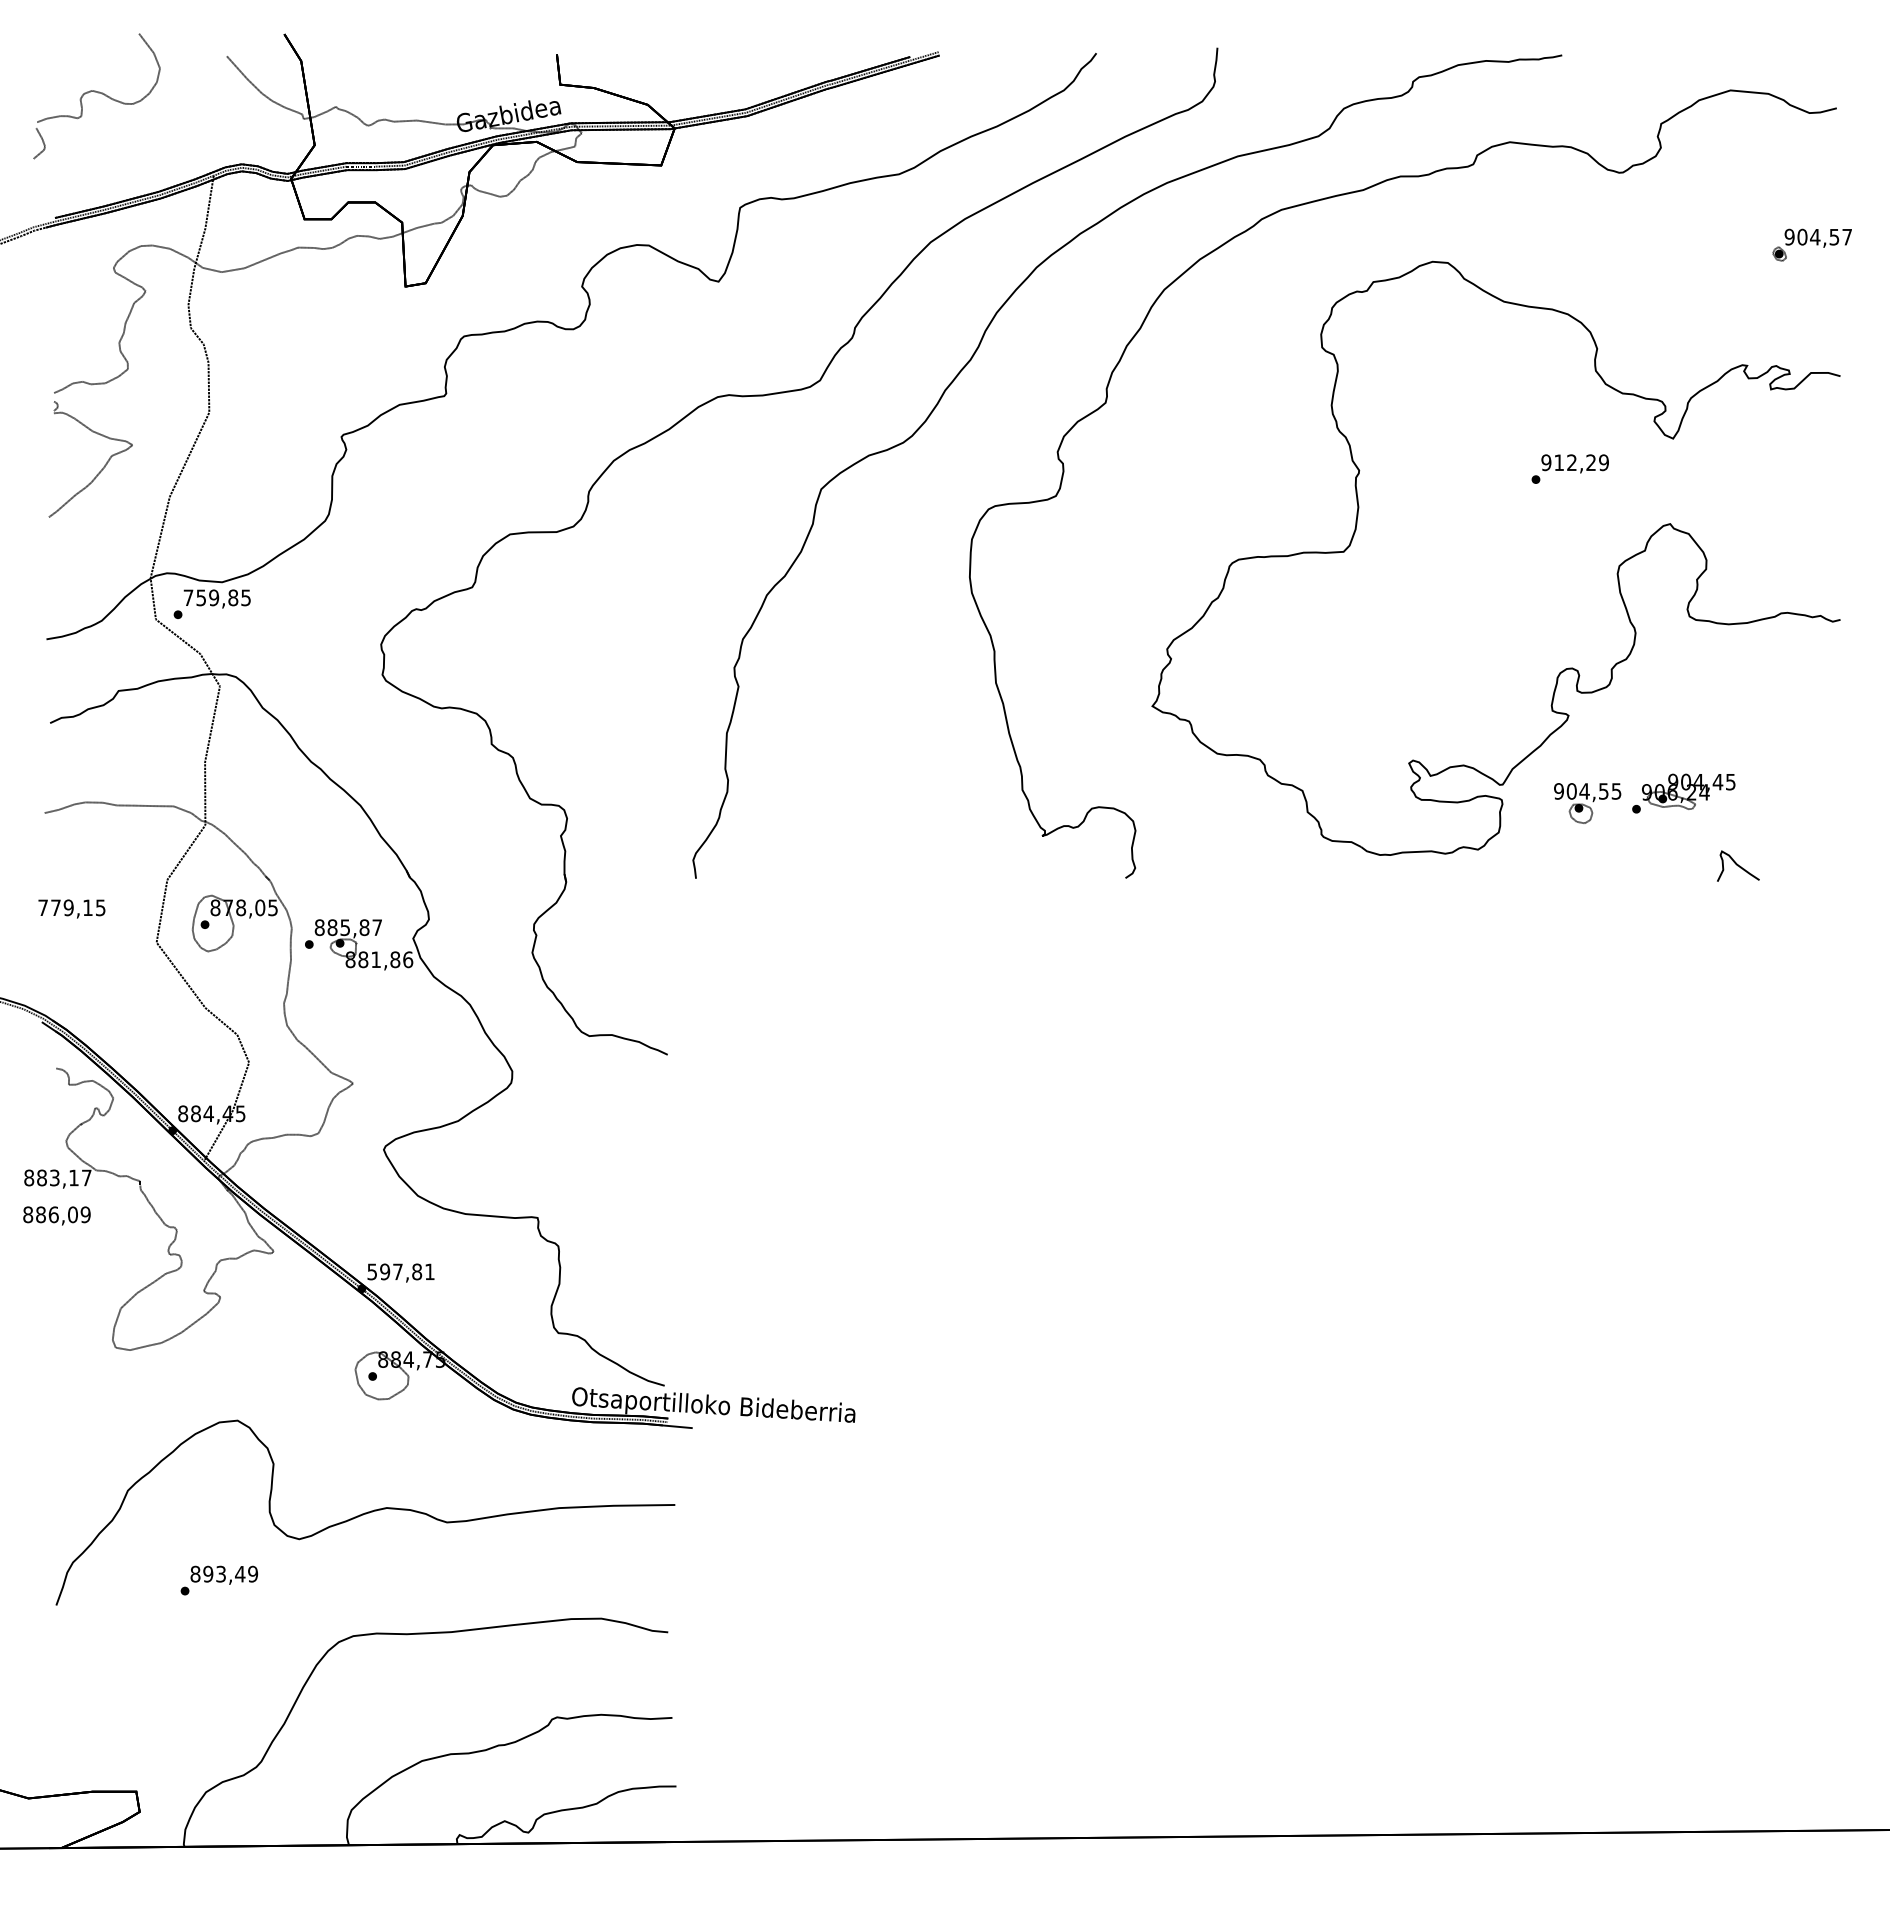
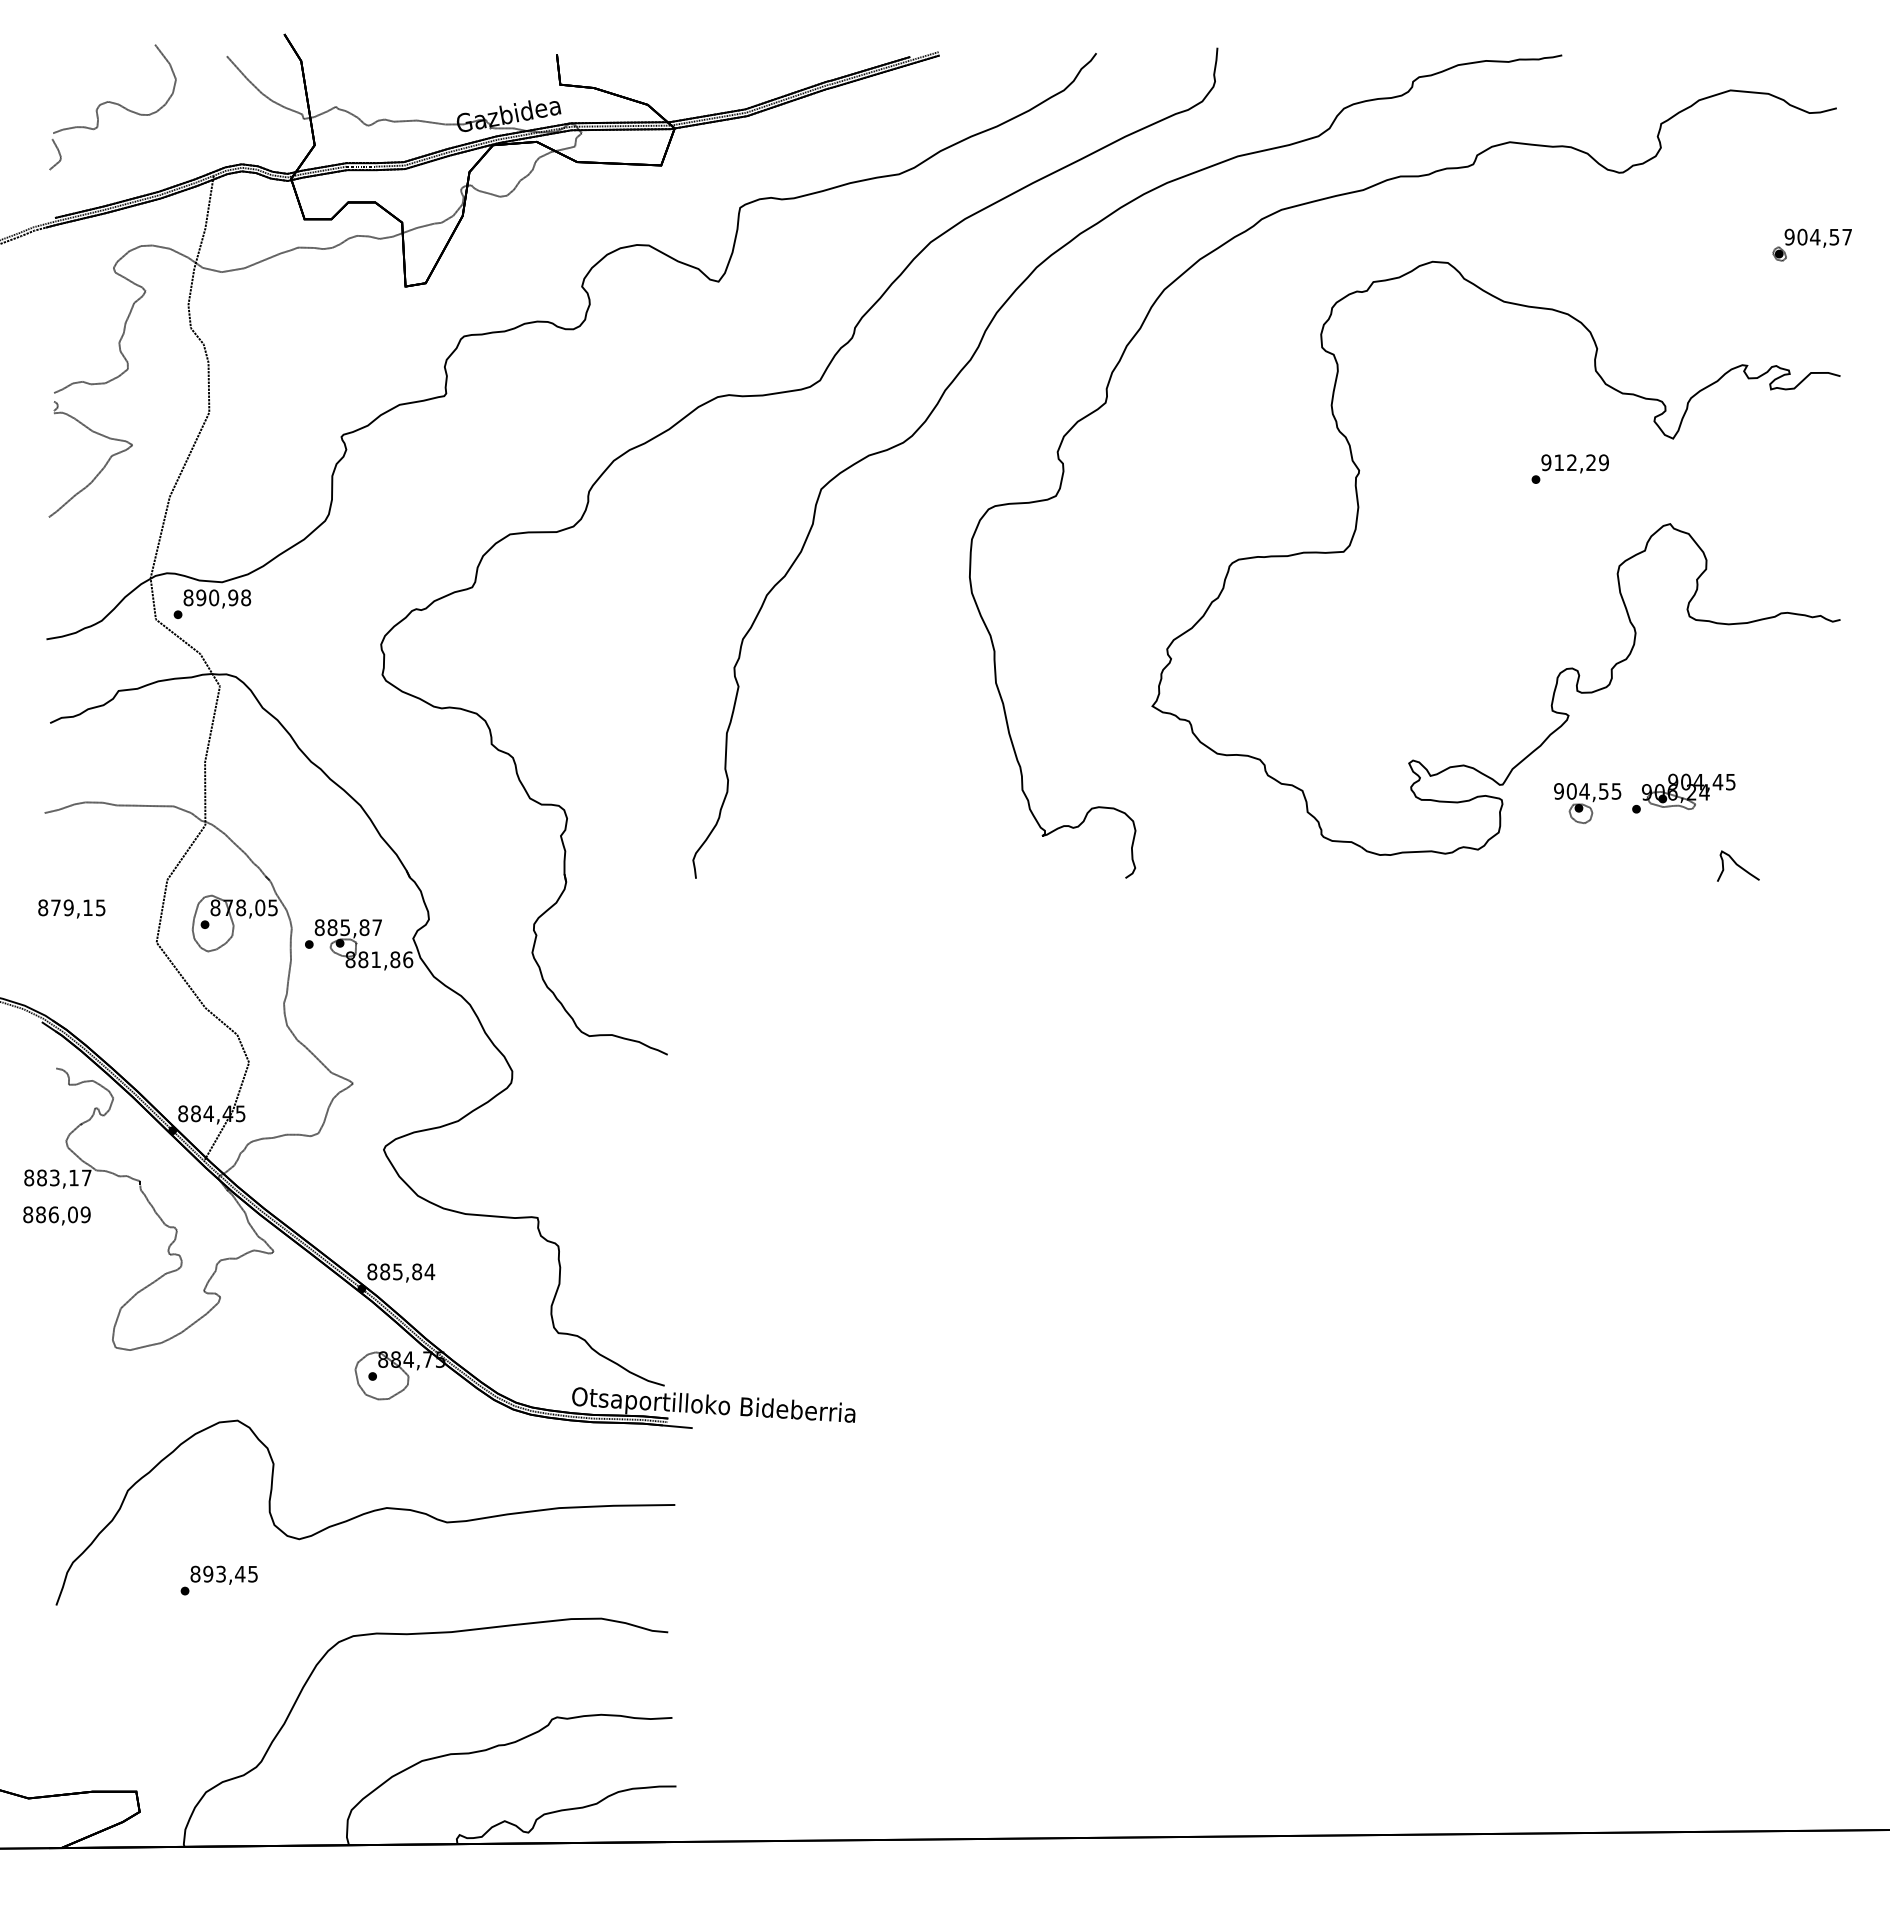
part at (96, 96) position: (96, 96) -> (112, 107)
text at (217, 597): 759,85 -> 890,98
text at (43, 907): 779,15 -> 879,15
text at (401, 1271): 597,81 -> 885,84
text at (253, 1573): 893,49 -> 893,45
